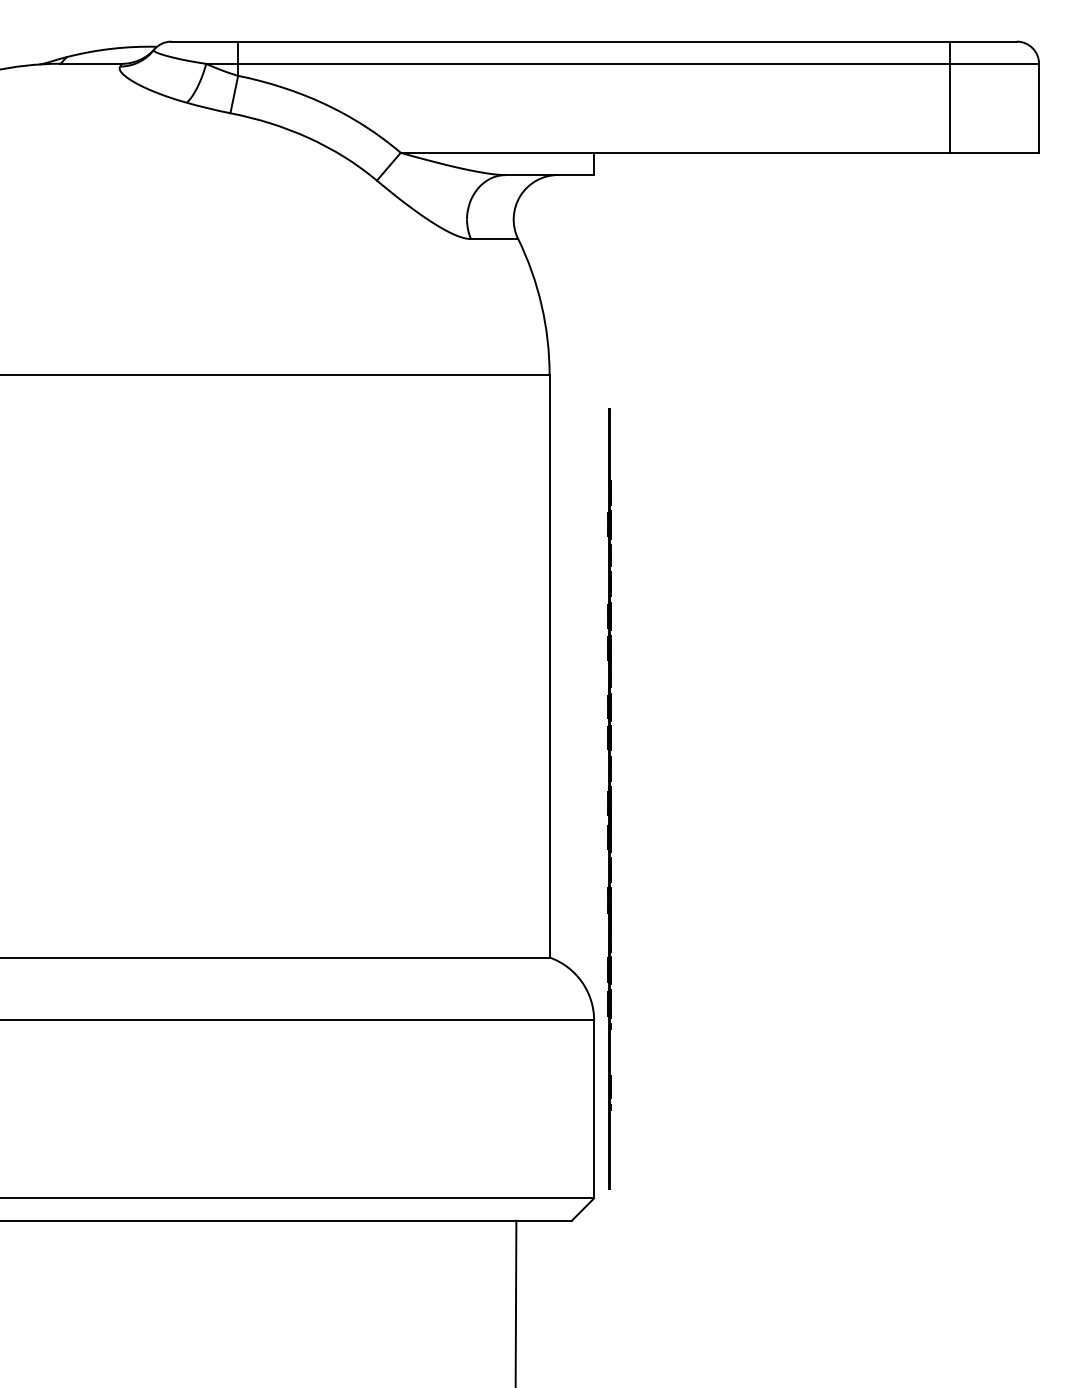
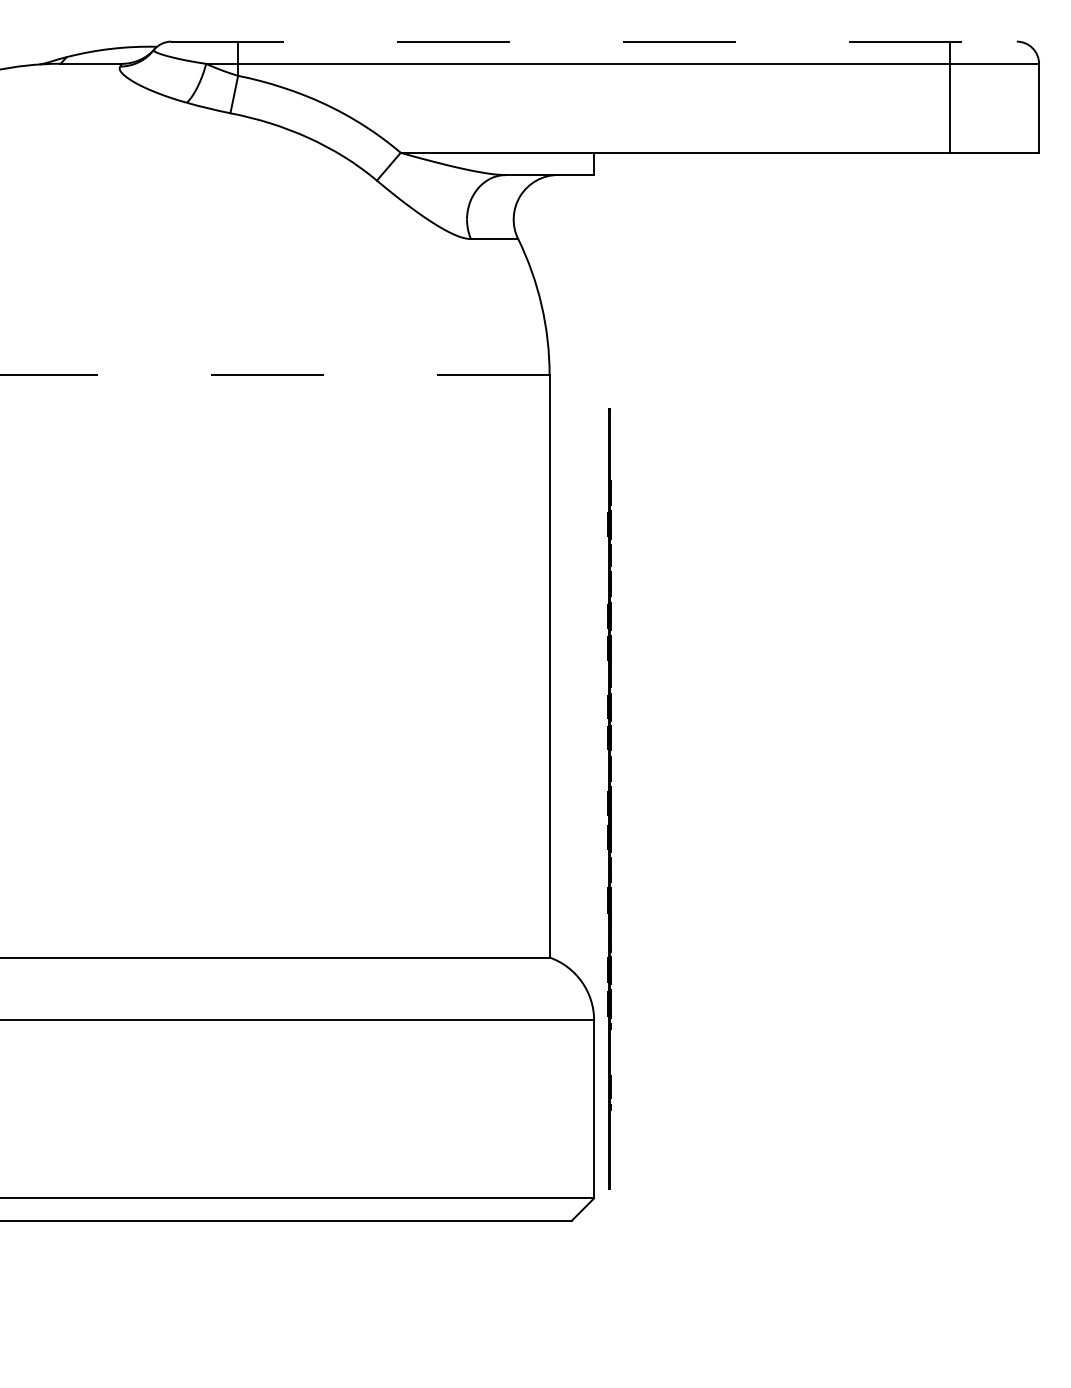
line at (594, 41): solid -> dashed
line at (274, 375): solid -> dashed
line at (515, 1302): present -> none
